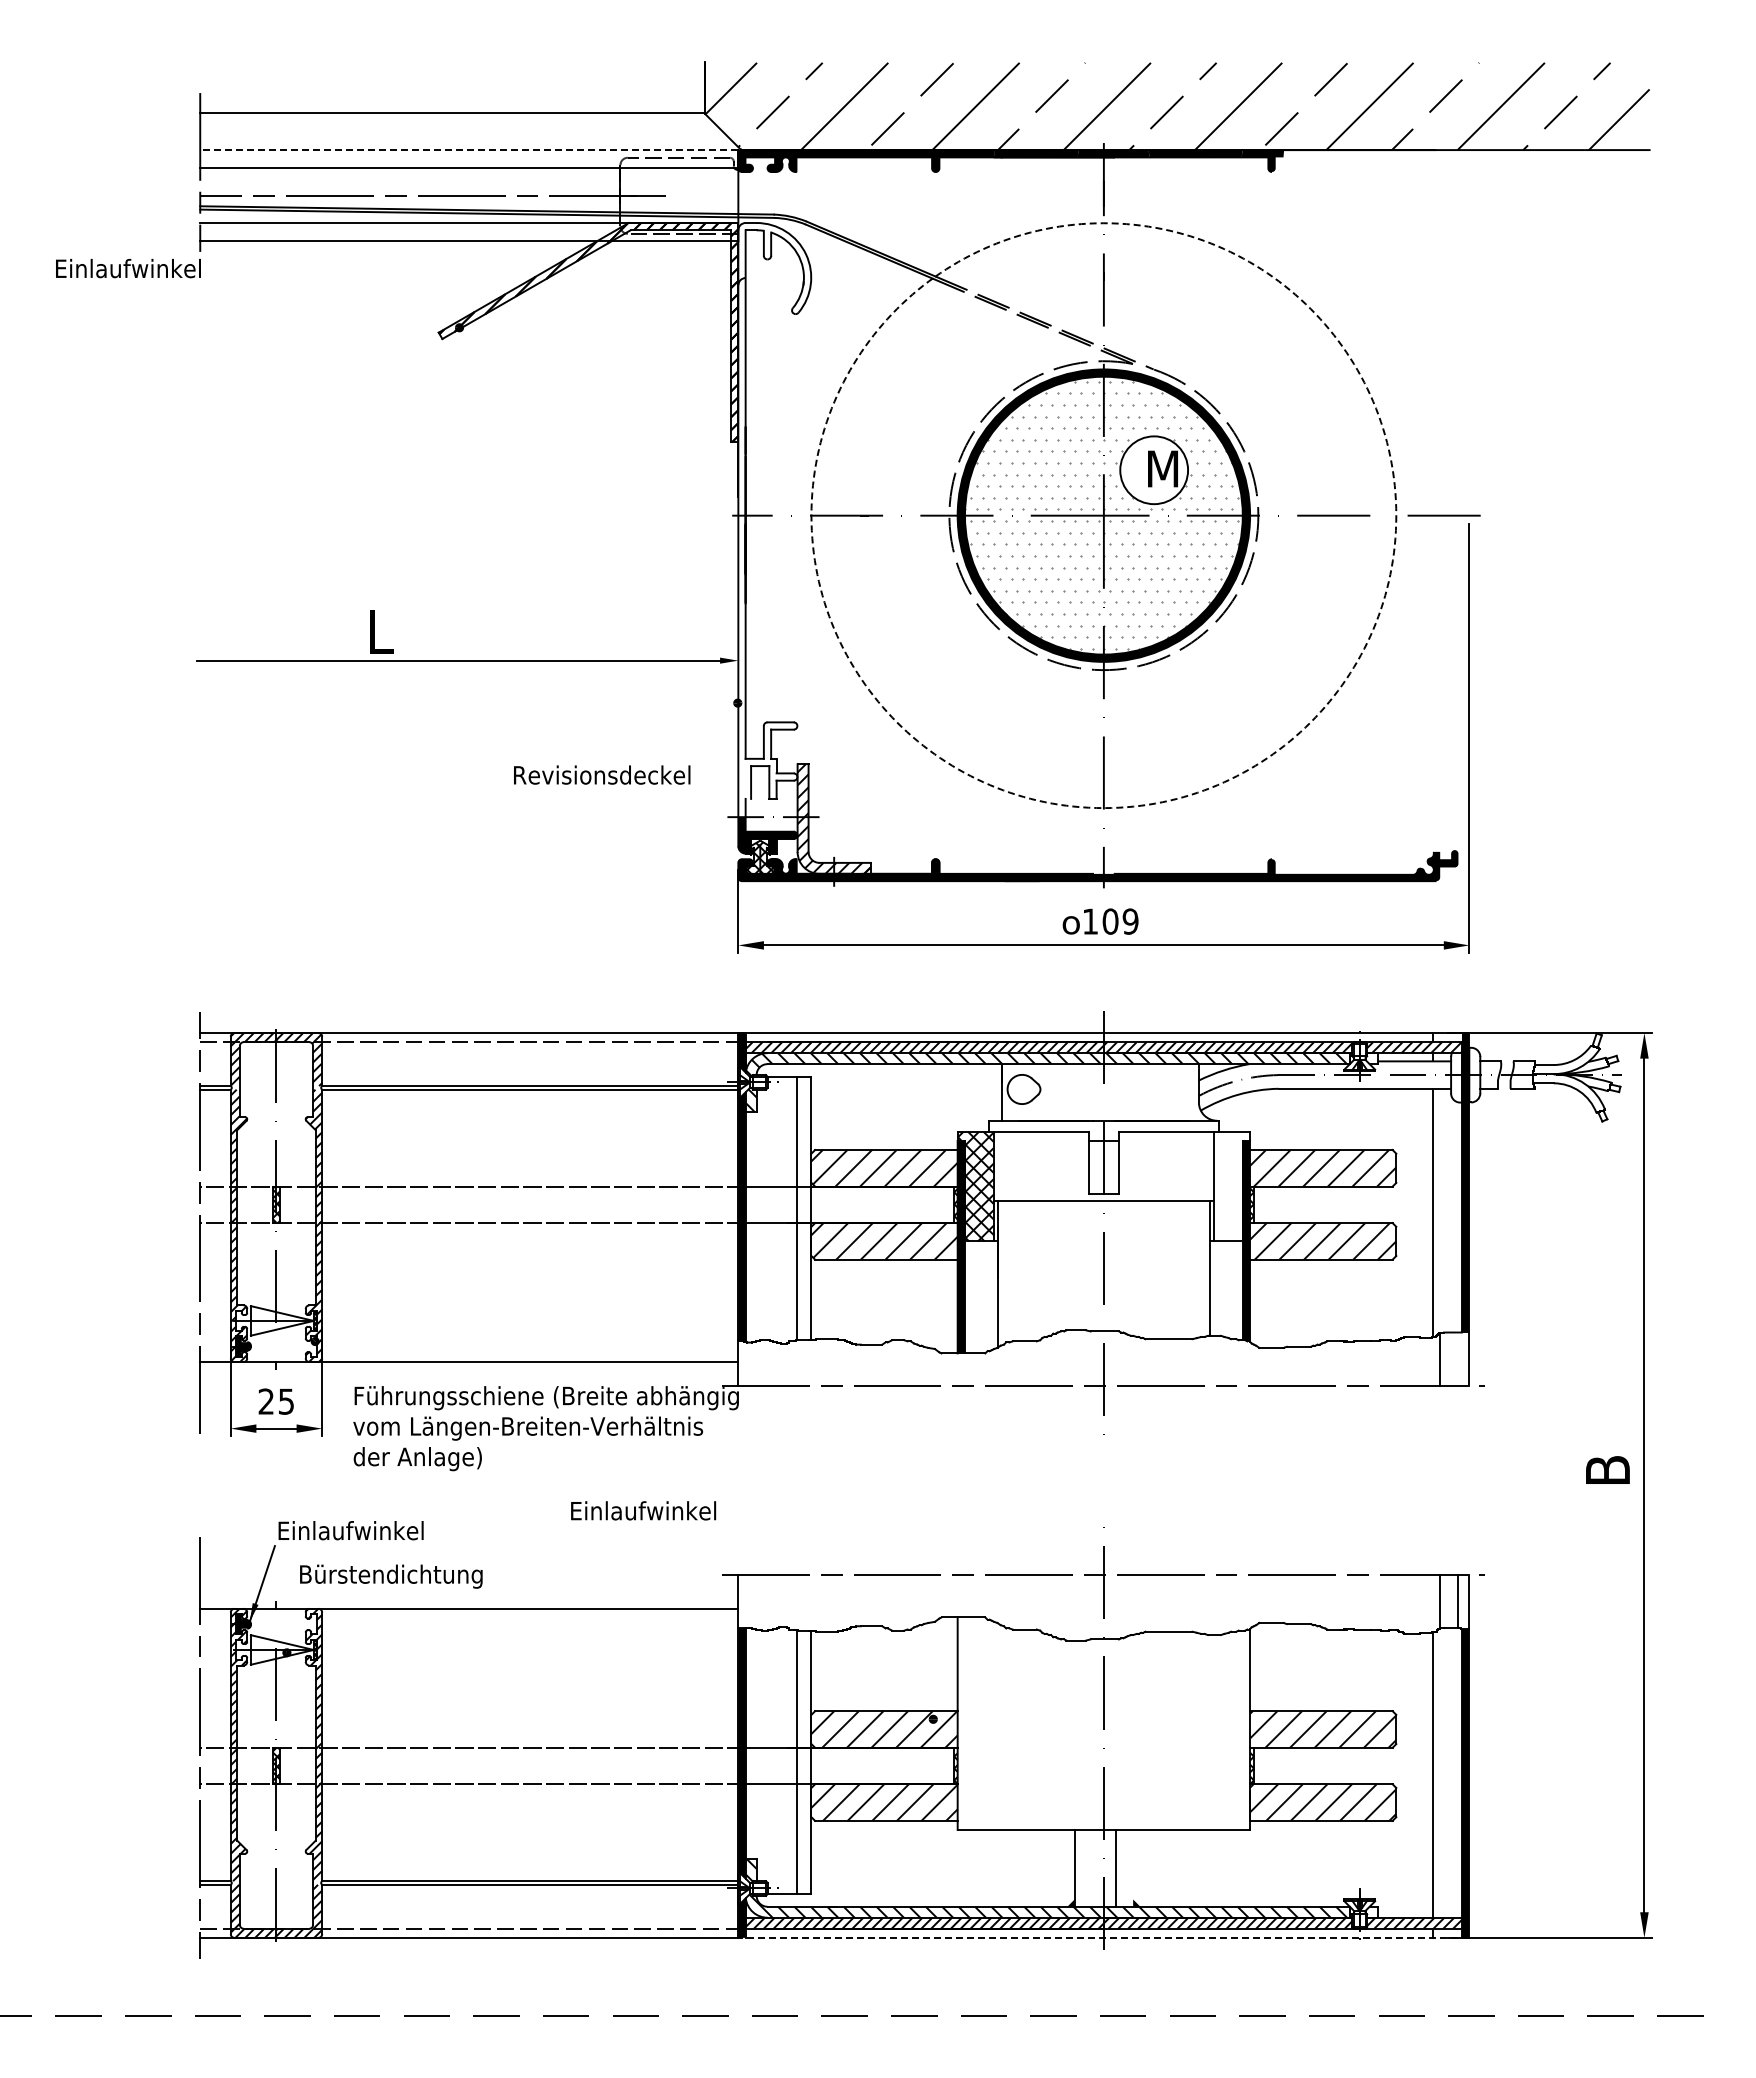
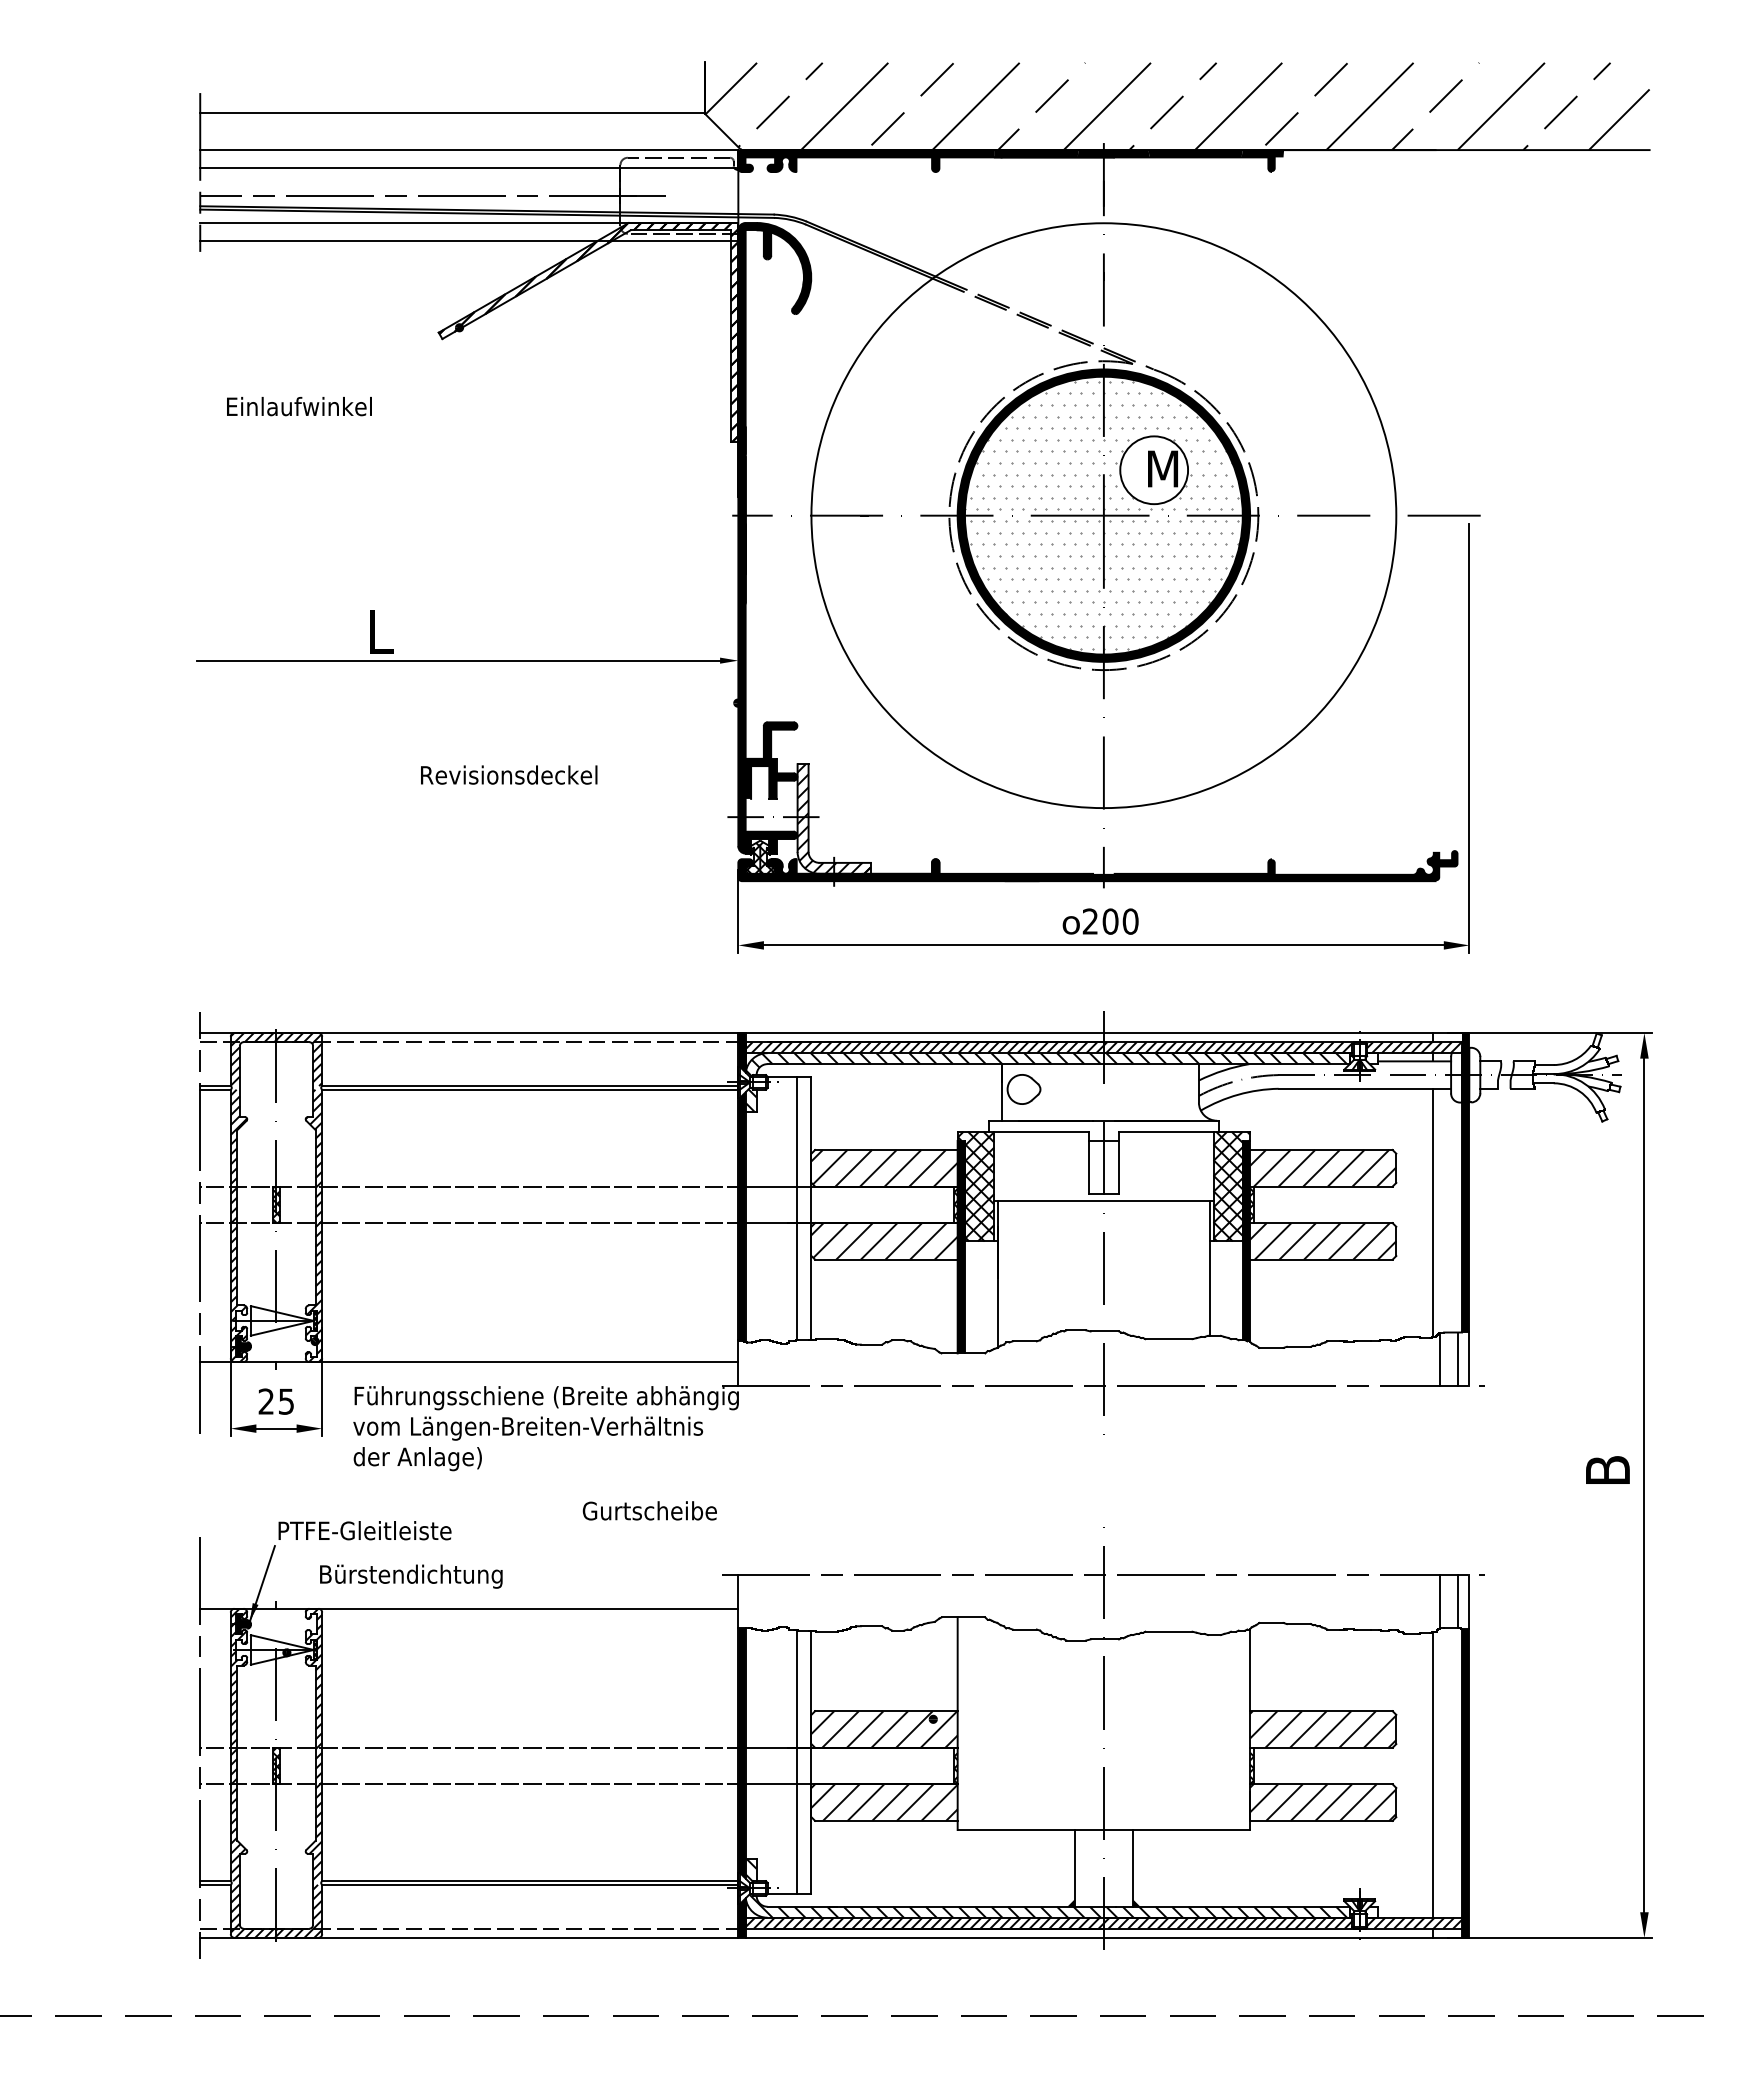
line at (468, 150): dashed -> solid
text at (128, 268) position: (128, 268) -> (299, 406)
circle at (1103, 515): dashed -> solid
fill at (774, 538): none -> present
text at (602, 774) position: (602, 774) -> (509, 774)
text at (1110, 921): 109 -> 200
hatch at (1231, 1186): none -> present
line at (1458, 1359): none -> present
text at (643, 1510): Einlaufwinkel -> Gurtscheibe
text at (365, 1530): Einlaufwinkel -> PTFE-Gleitleiste
text at (391, 1576) position: (391, 1576) -> (411, 1576)
line at (1116, 1868) position: (1116, 1868) -> (1133, 1868)
line at (1103, 1937): dashed -> solid
